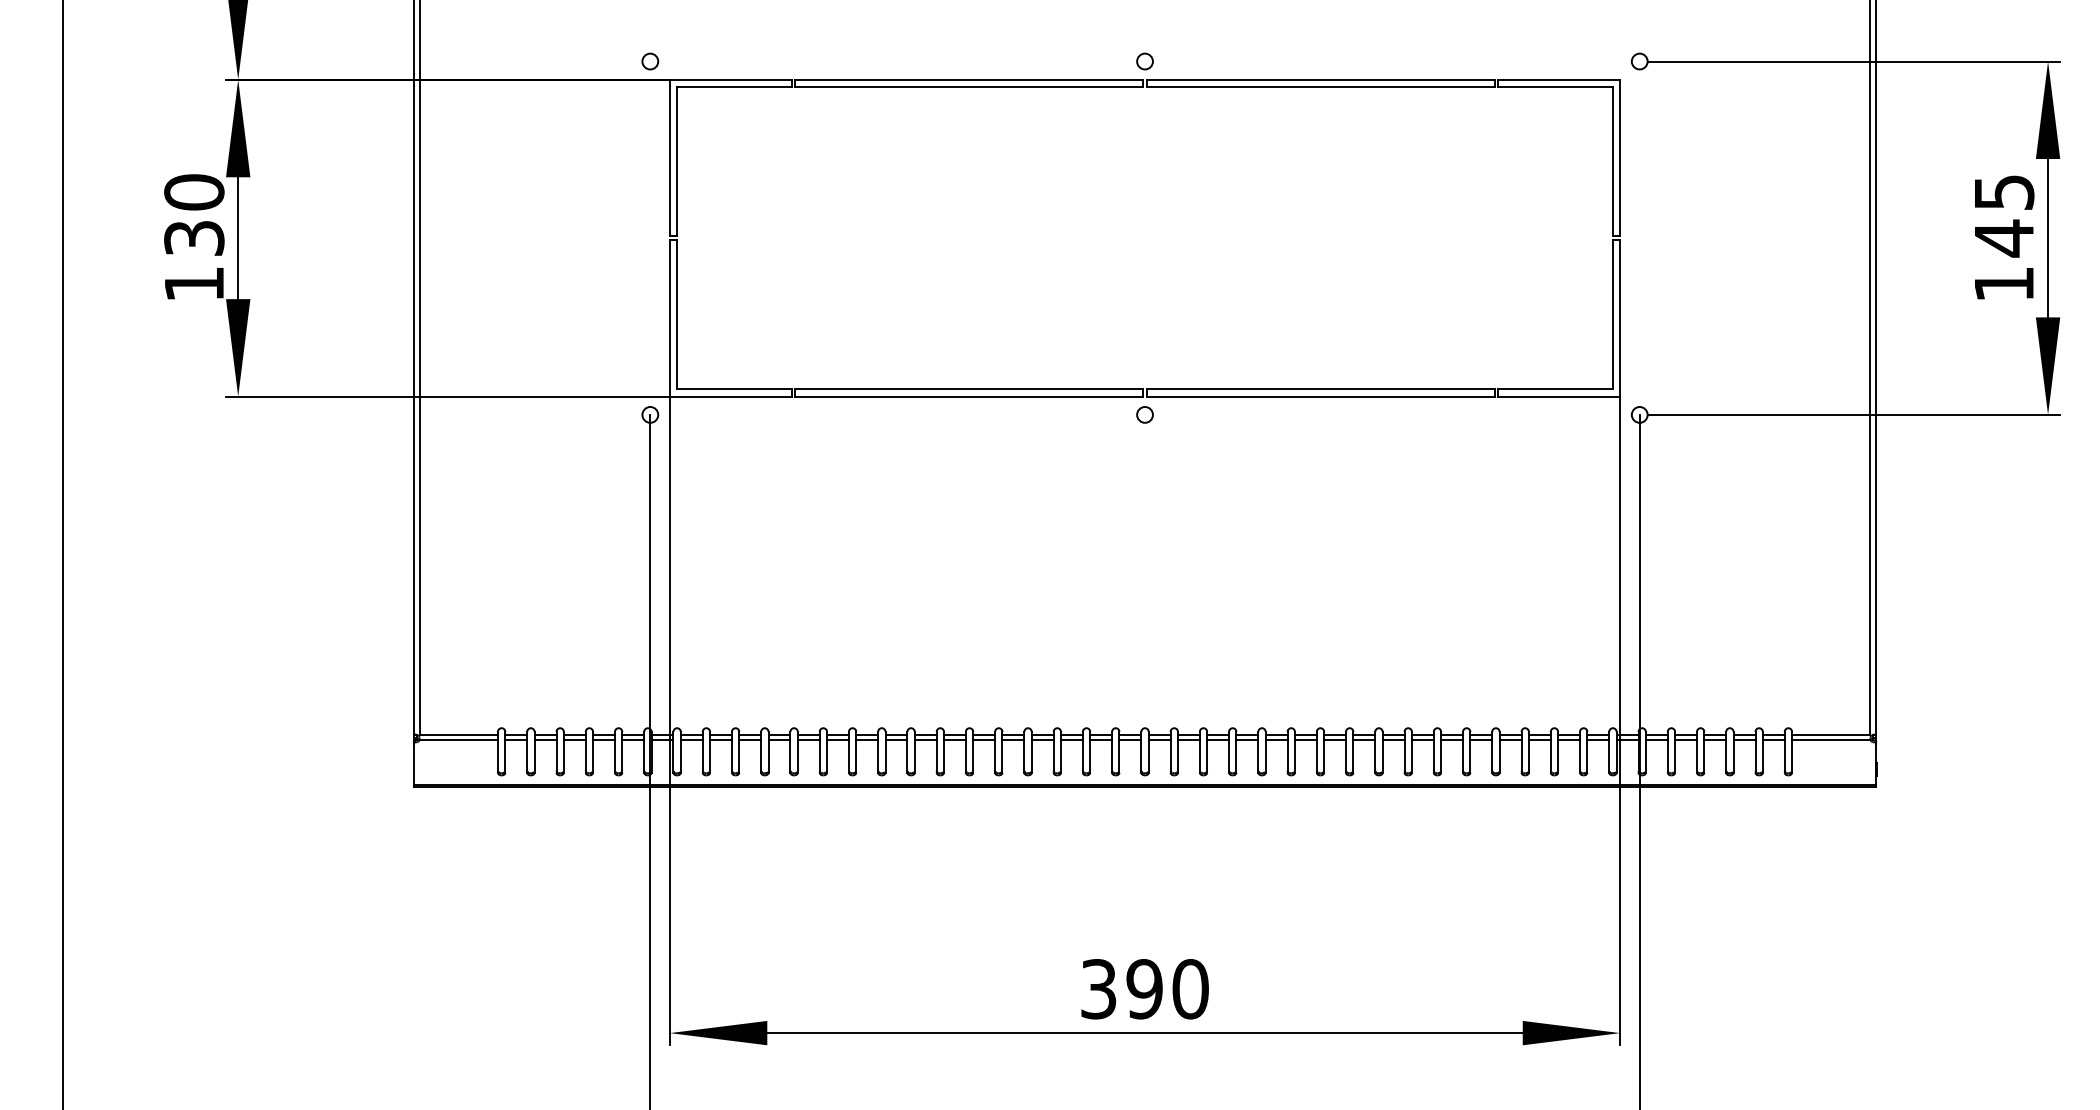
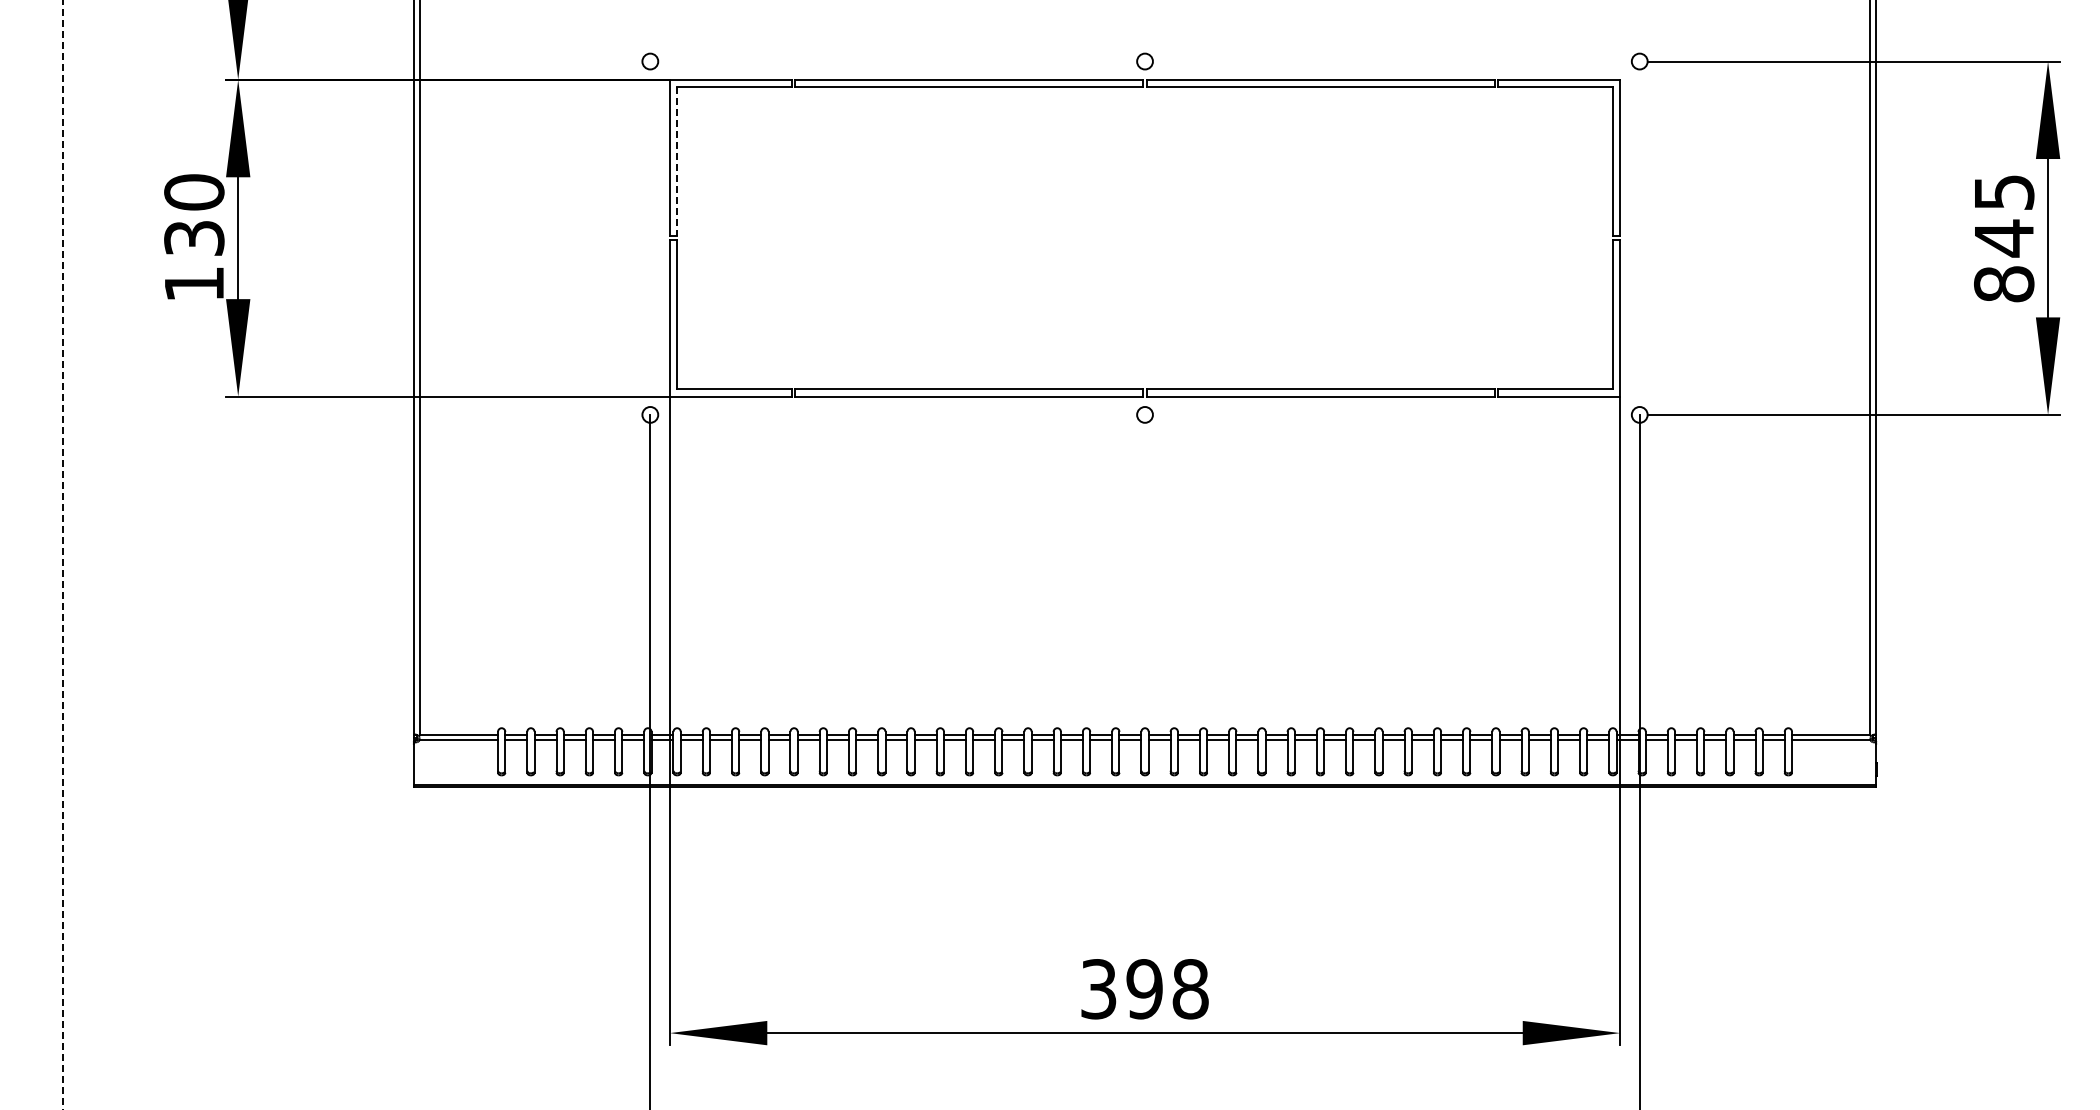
line at (677, 161): solid -> dashed
text at (2004, 284): 145 -> 845
line at (62, 554): solid -> dashed
text at (1190, 989): 390 -> 398
